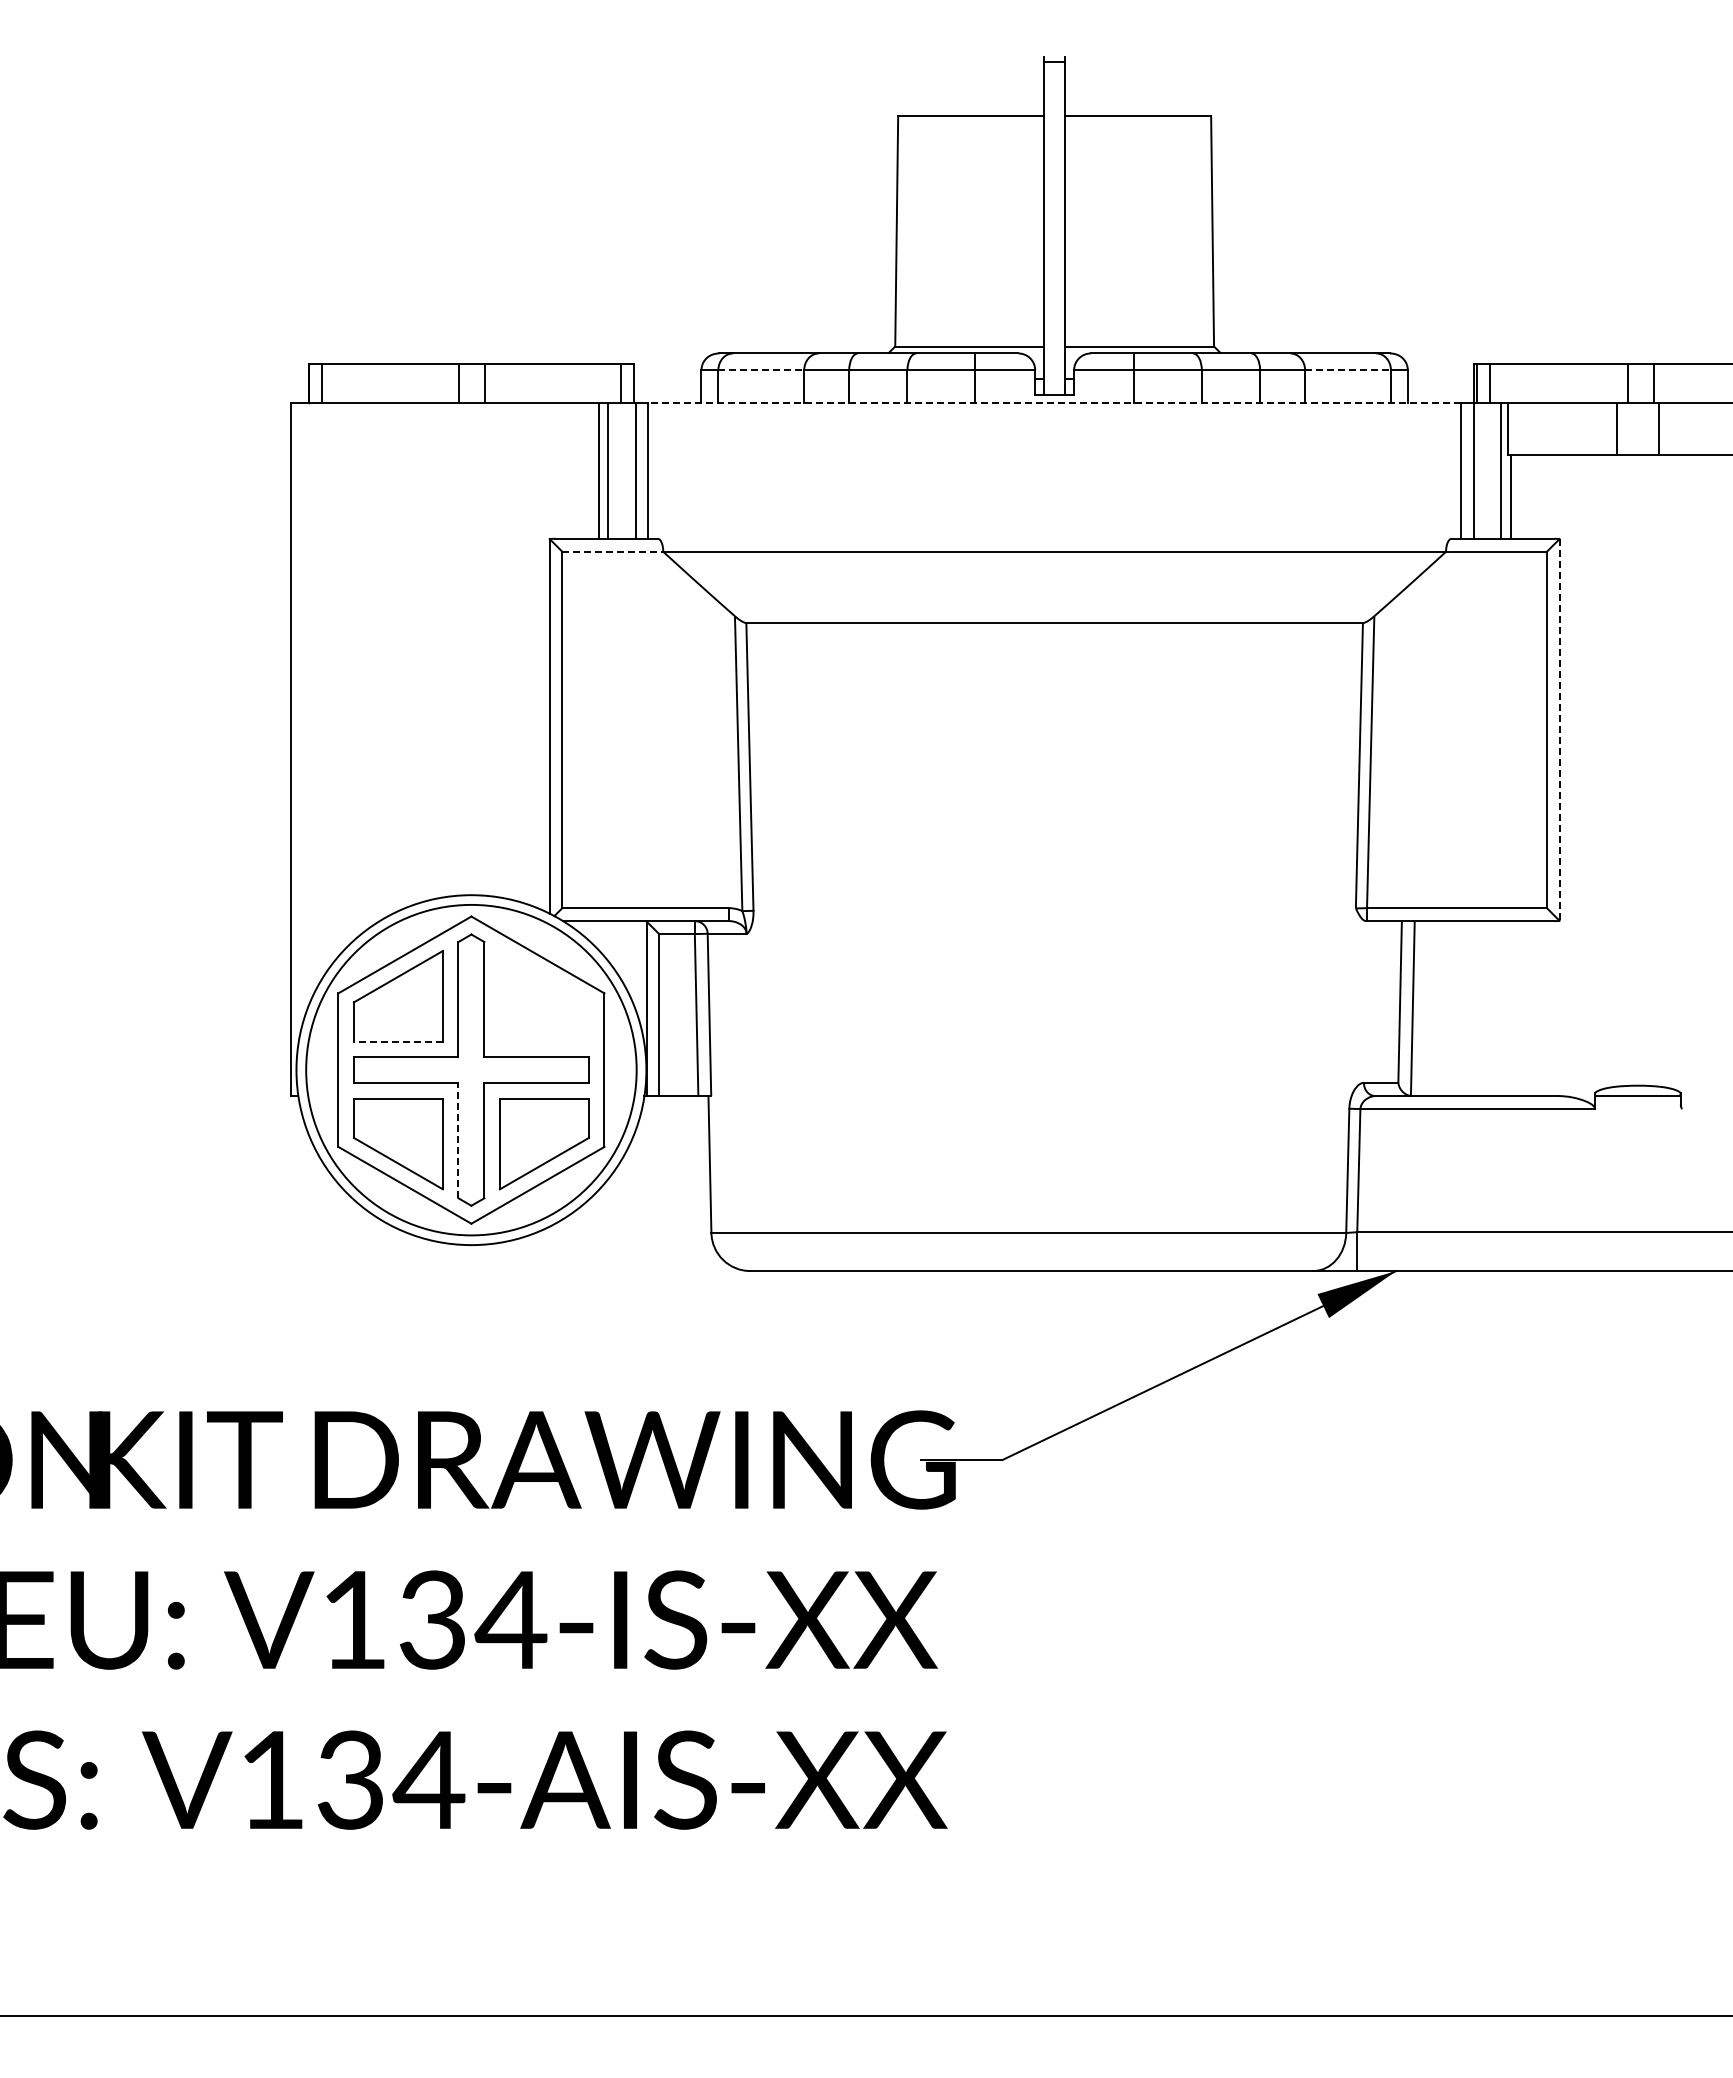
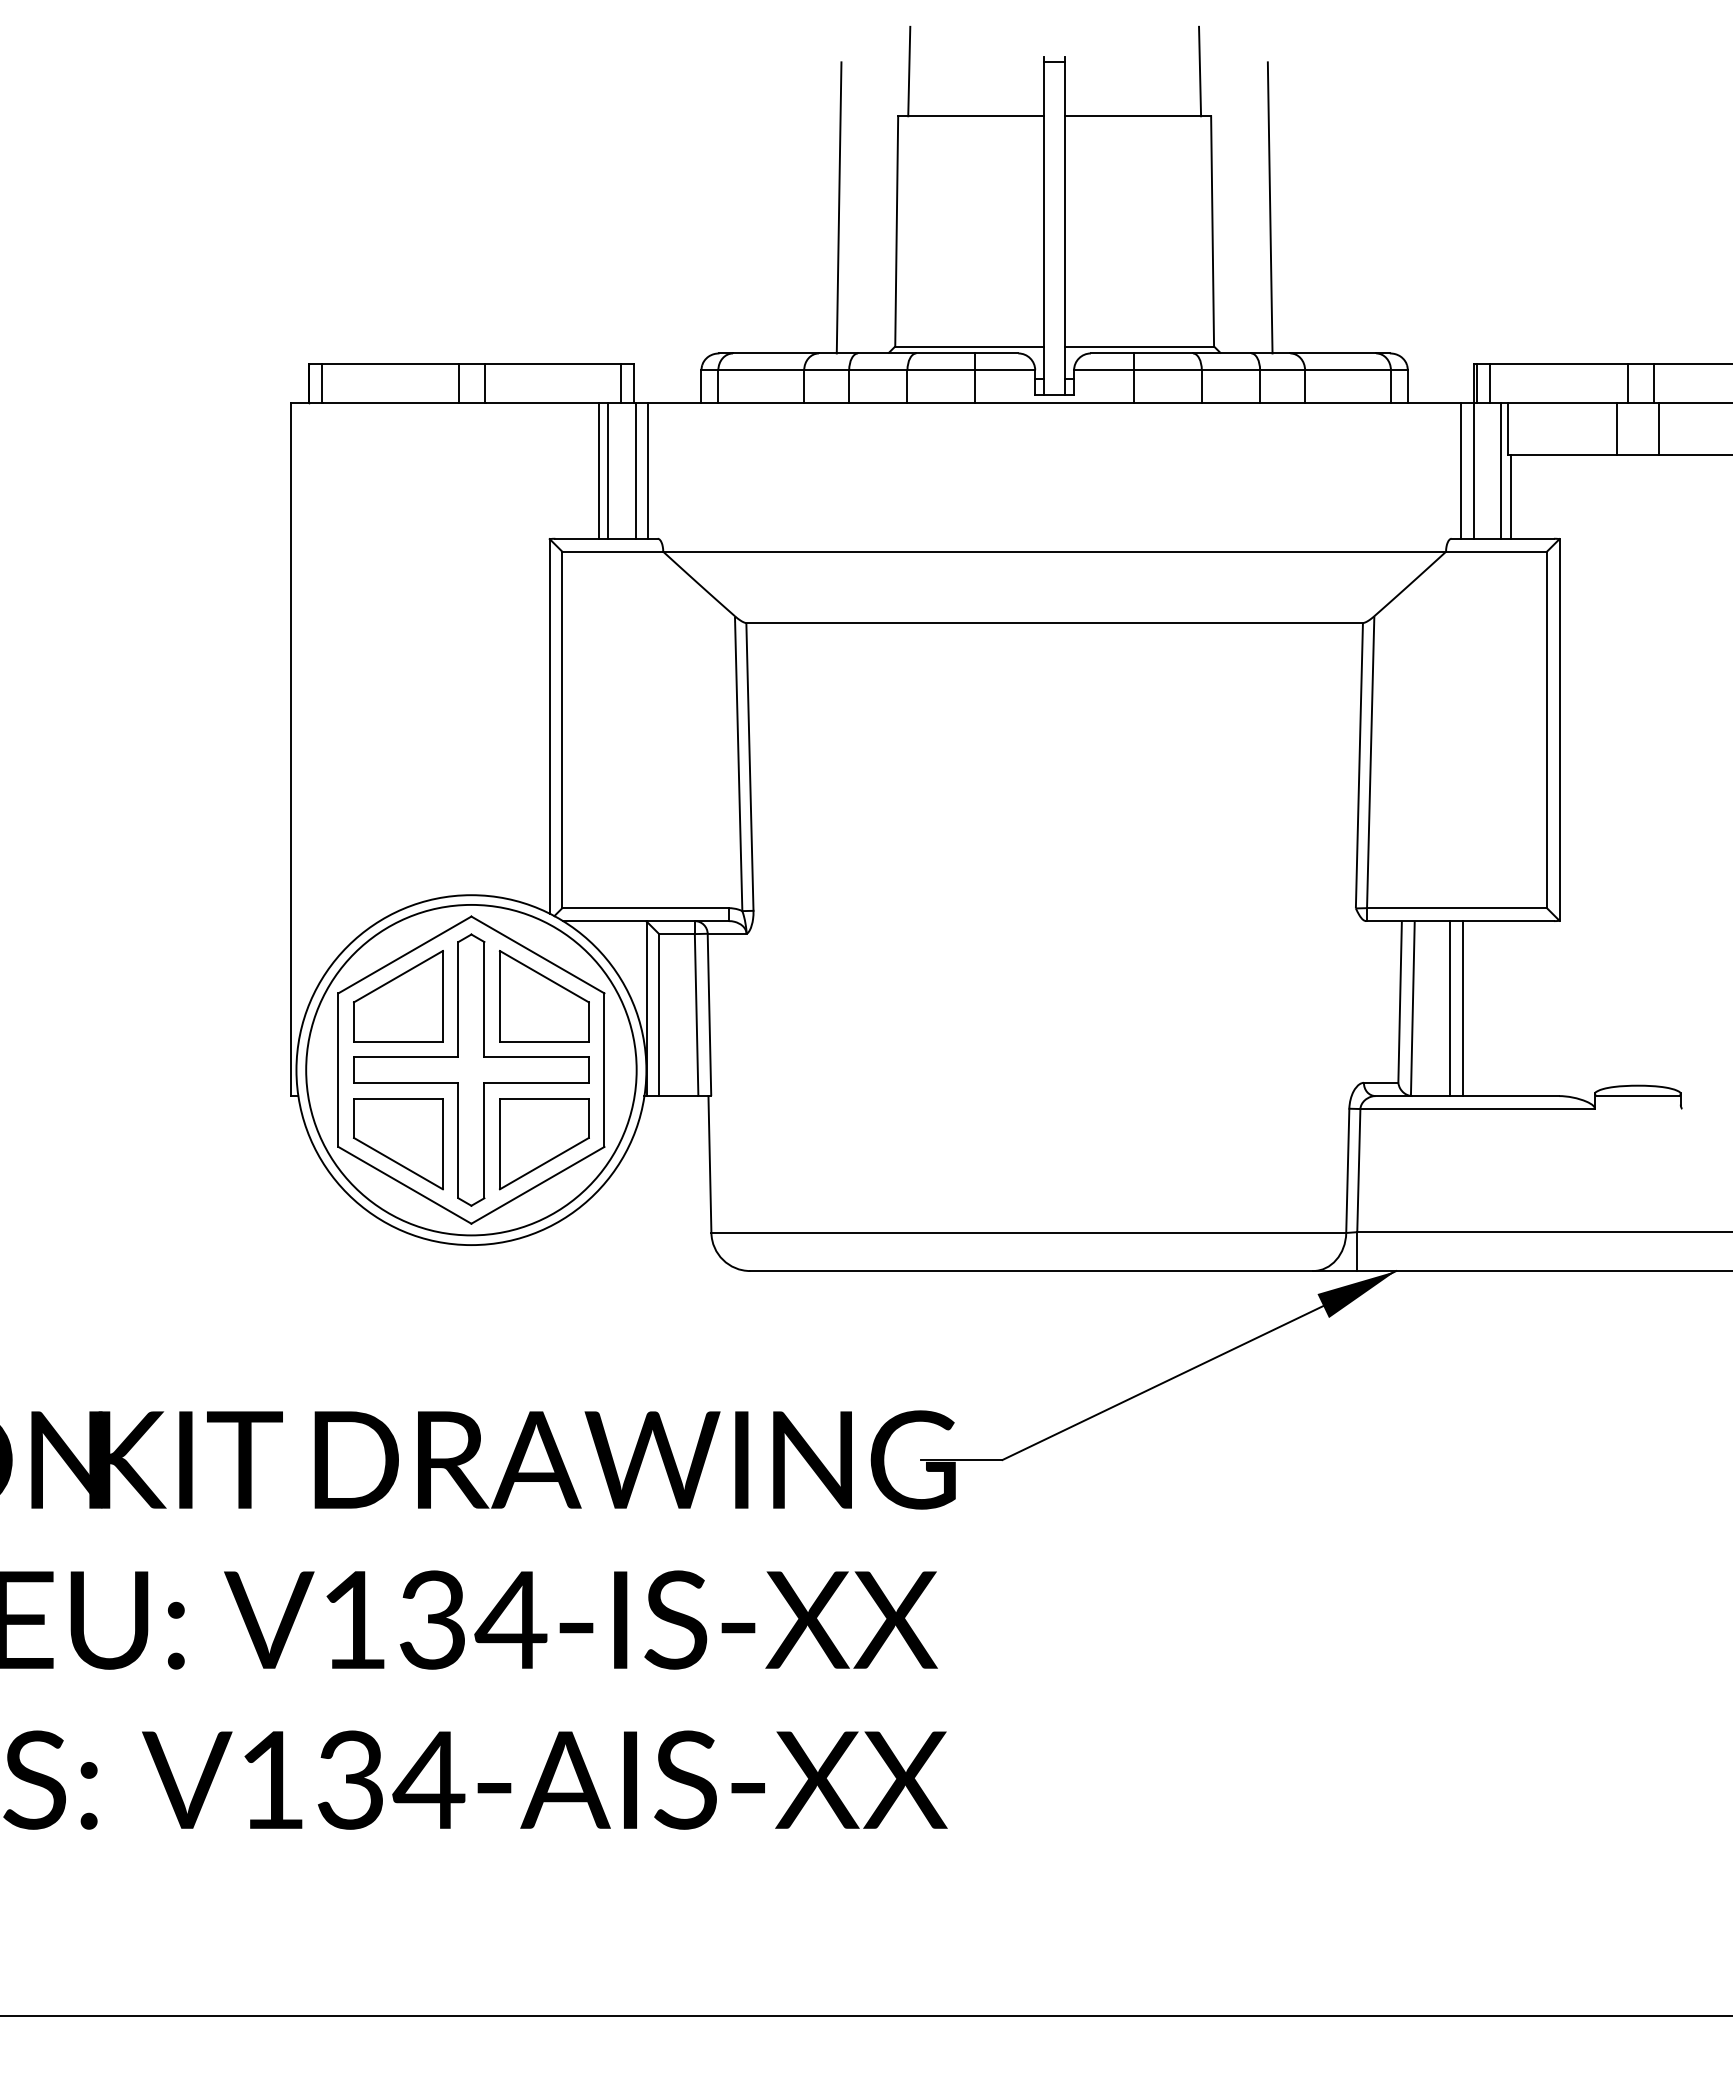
line at (909, 71): none -> present
line at (1200, 71): none -> present
line at (838, 207): none -> present
line at (1269, 207): none -> present
line at (761, 370): dashed -> solid
line at (1348, 370): dashed -> solid
line at (1054, 402): dashed -> solid
line at (613, 551): dashed -> solid
line at (1559, 729): dashed -> solid
part at (543, 996): none -> present
line at (1450, 1008): none -> present
line at (1462, 1008): none -> present
line at (397, 1041): dashed -> solid
line at (458, 1140): dashed -> solid
